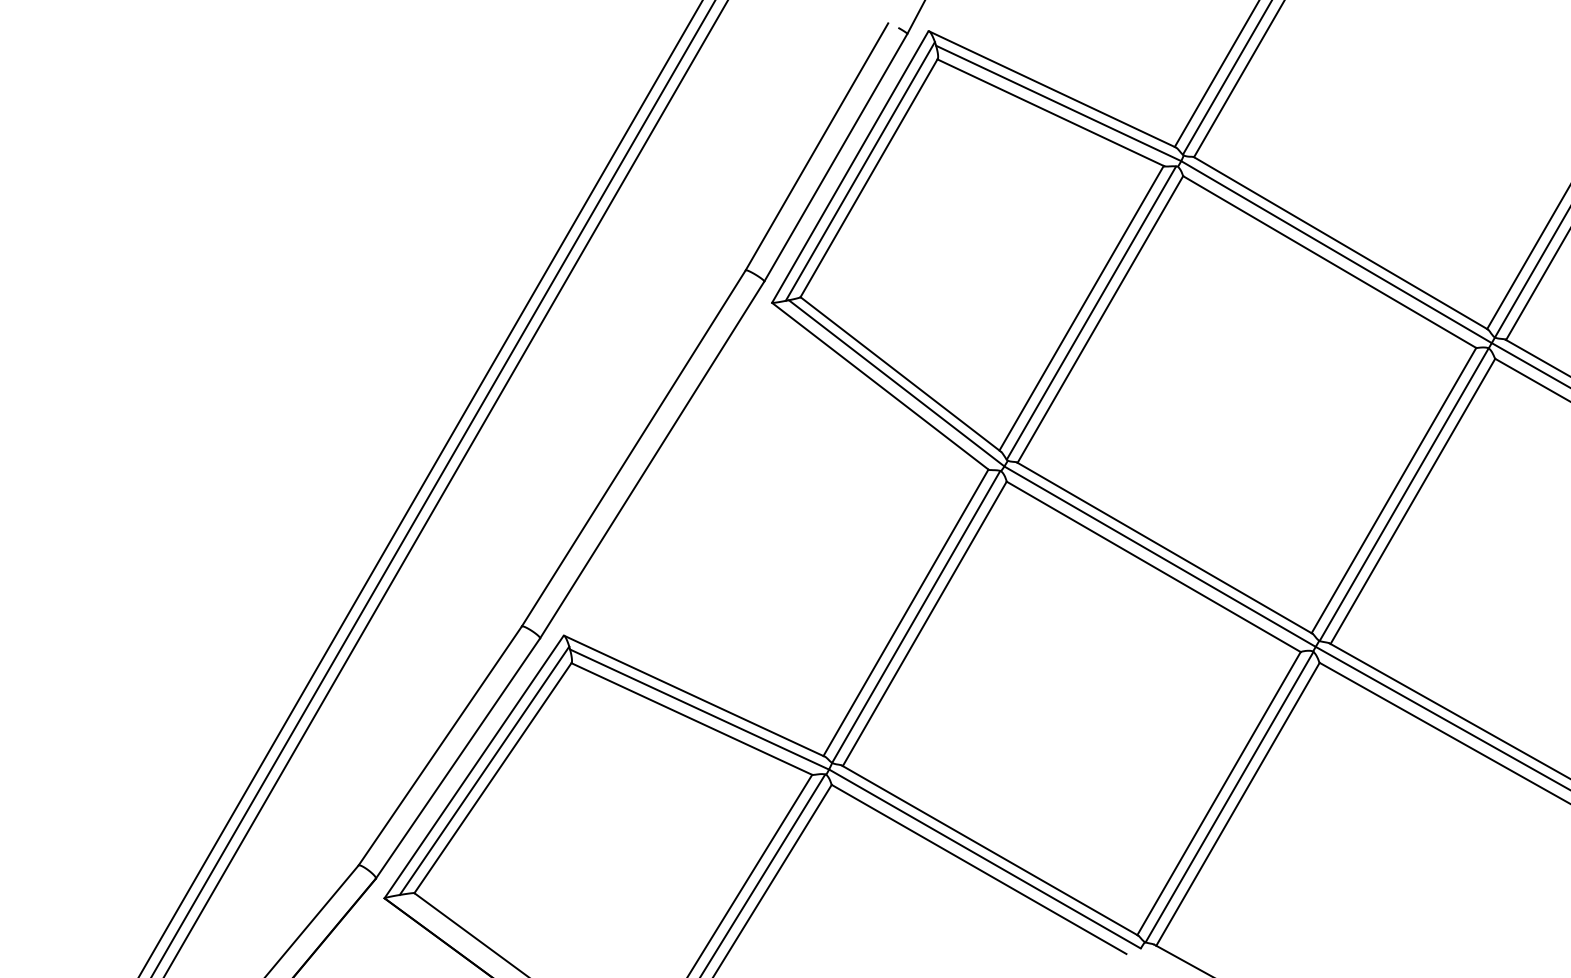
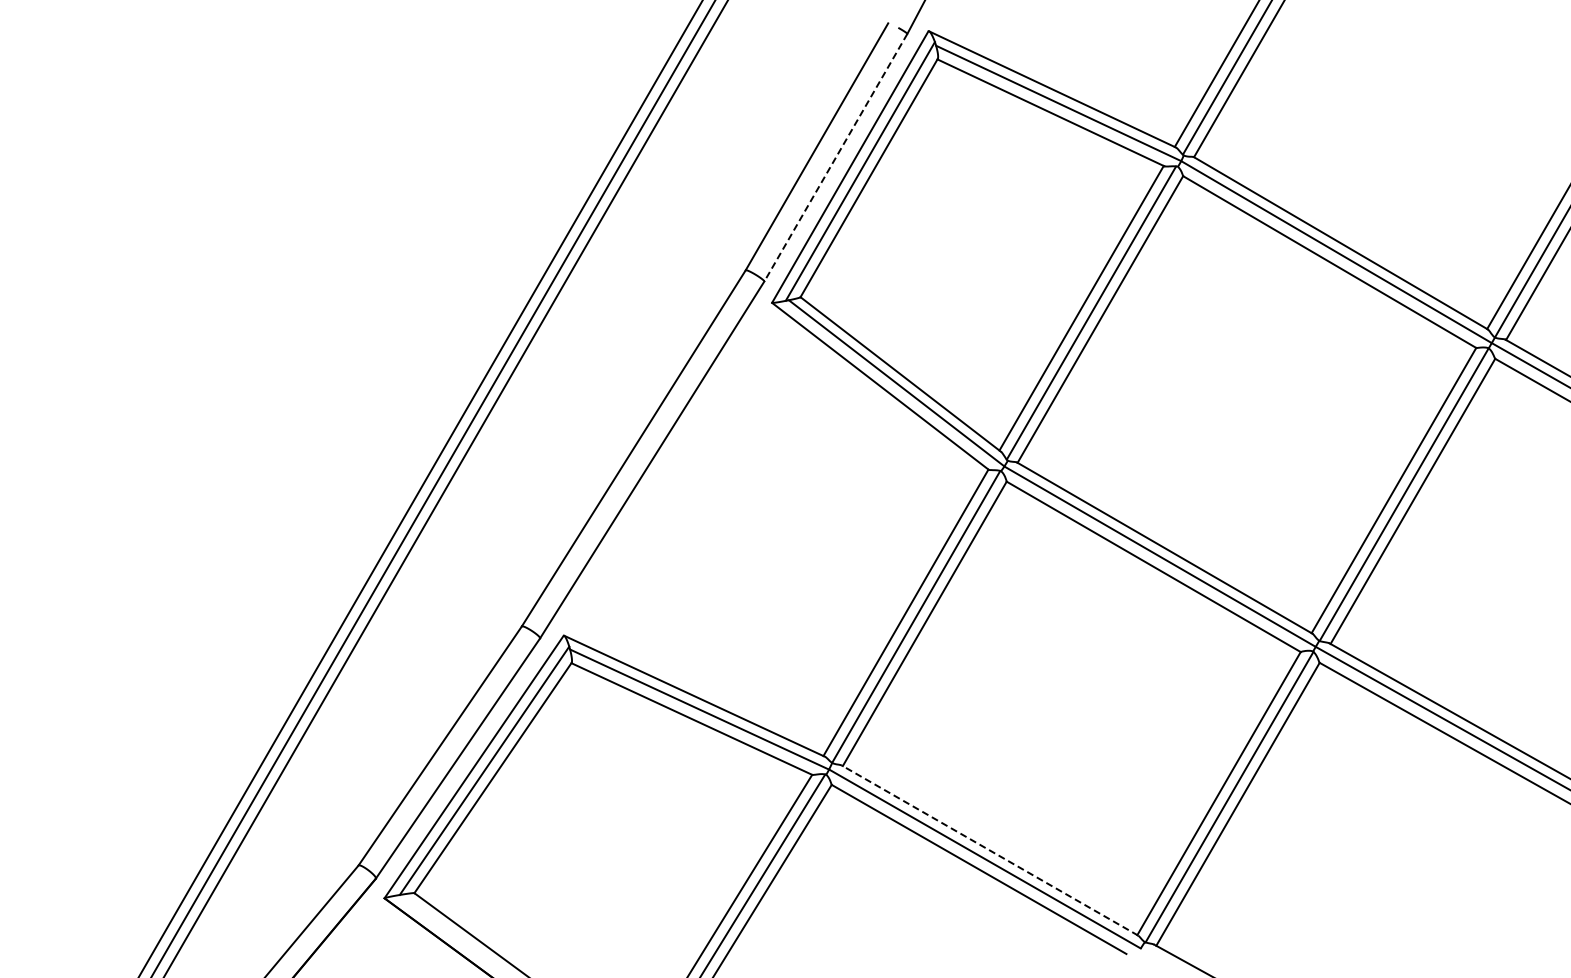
line at (835, 157): solid -> dashed
line at (990, 850): solid -> dashed
